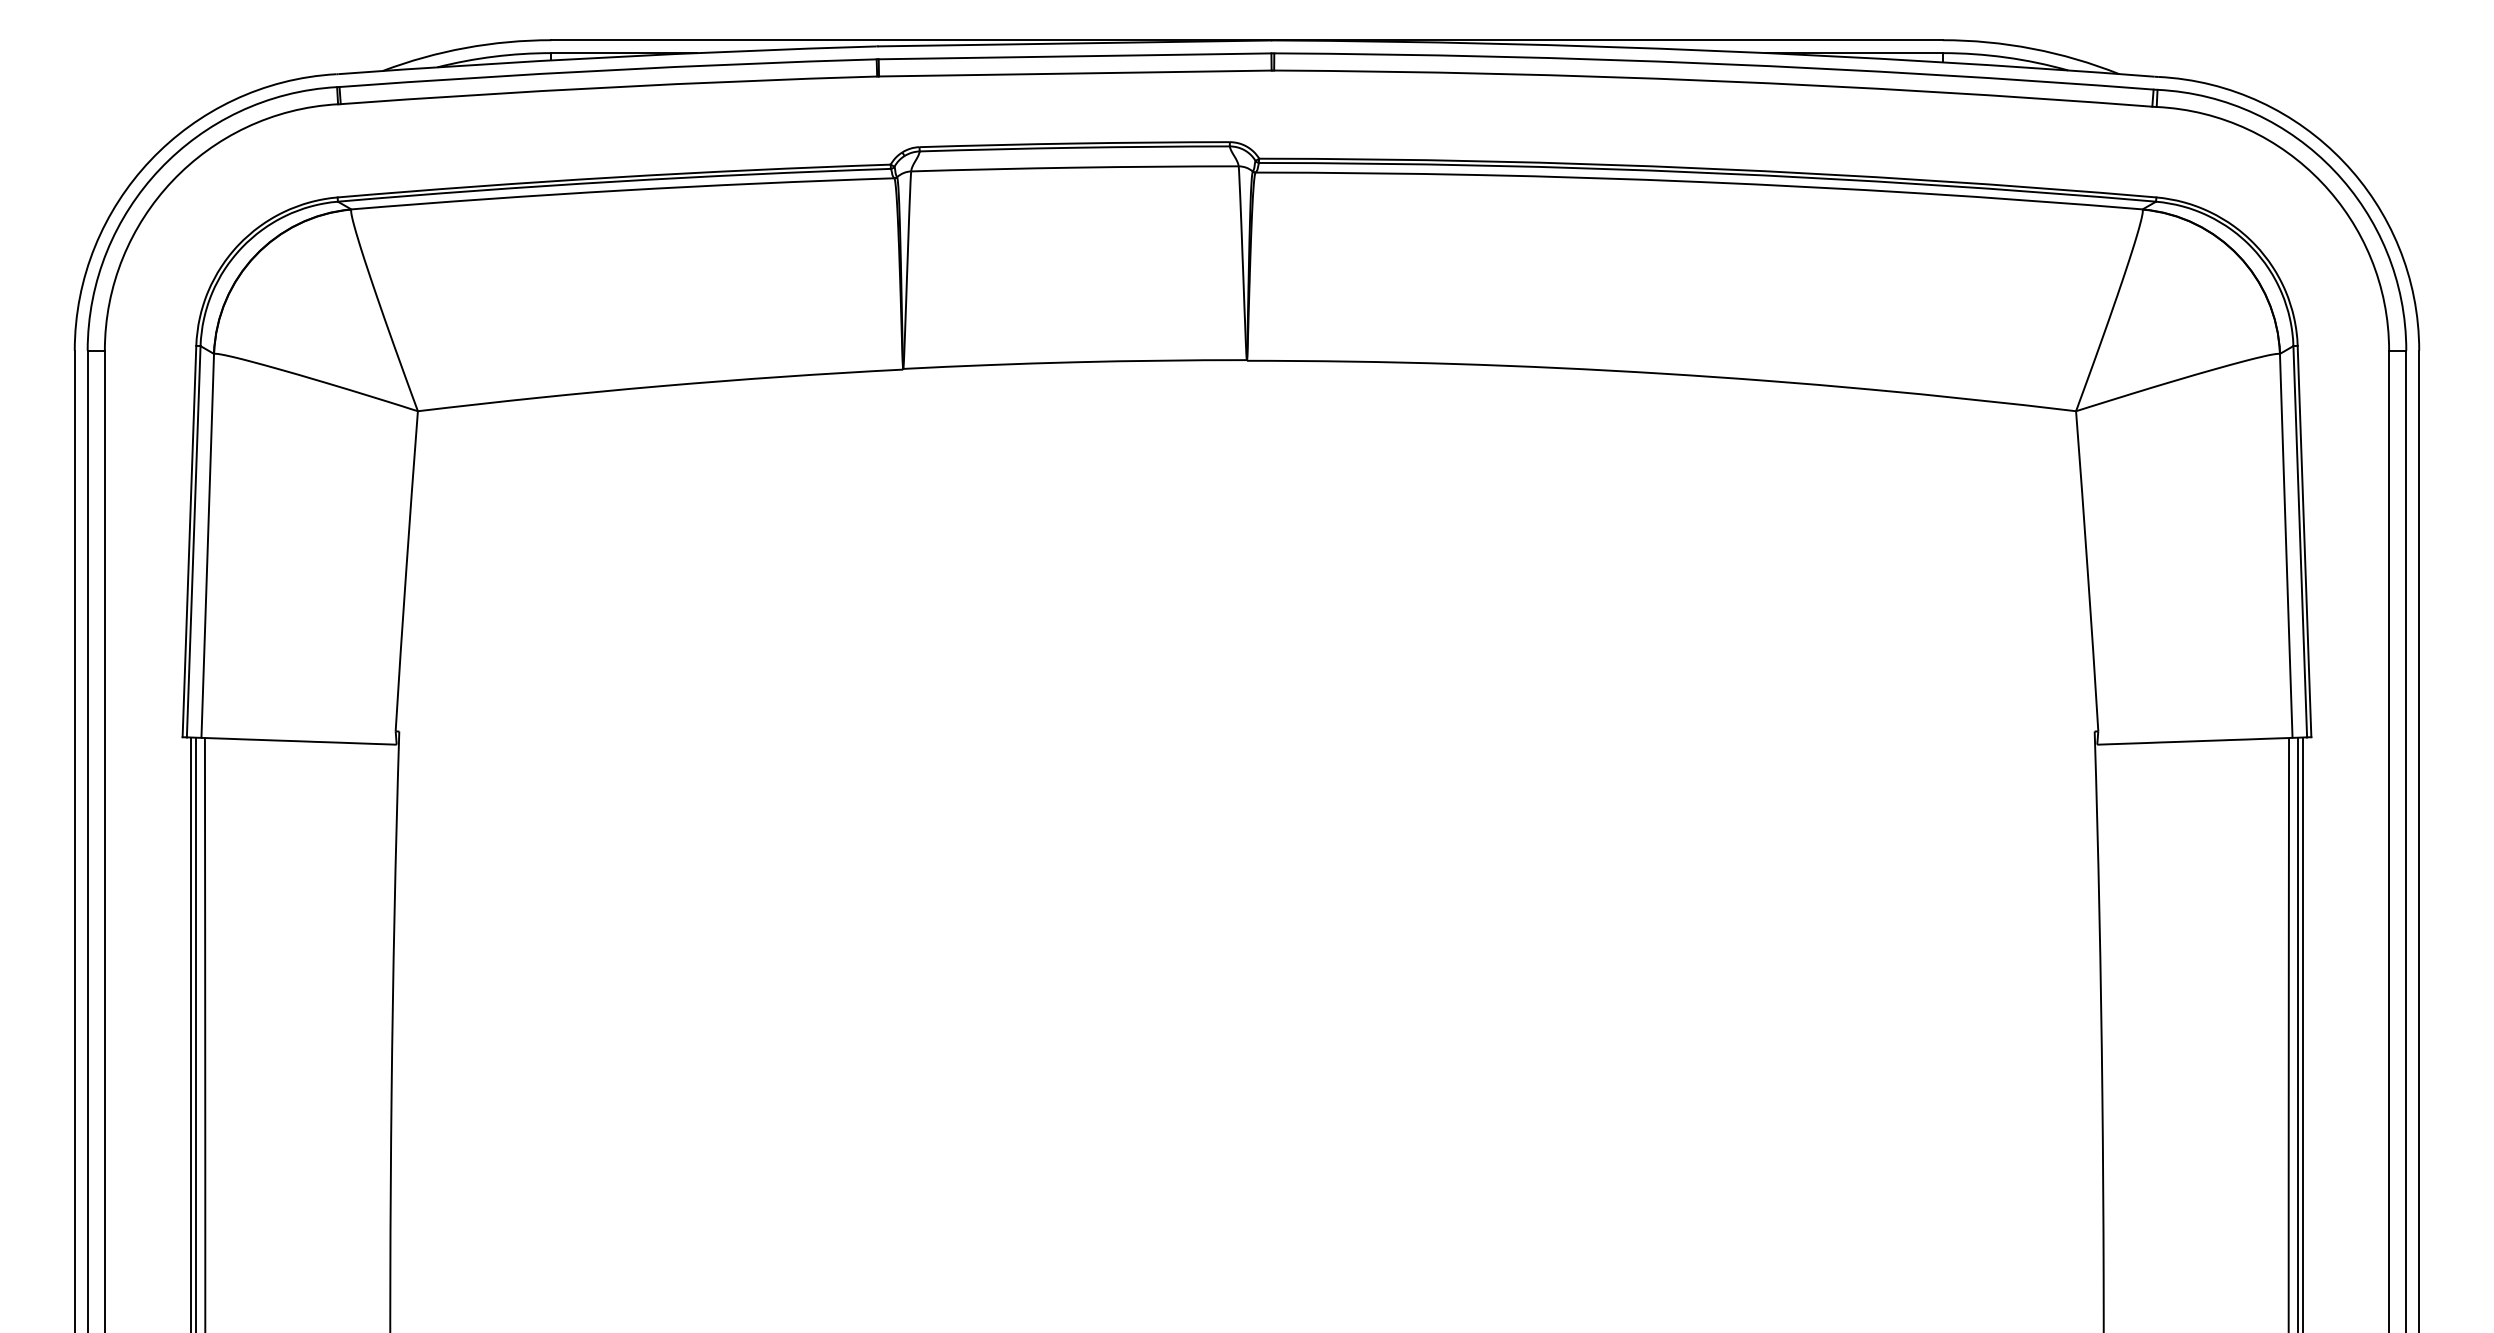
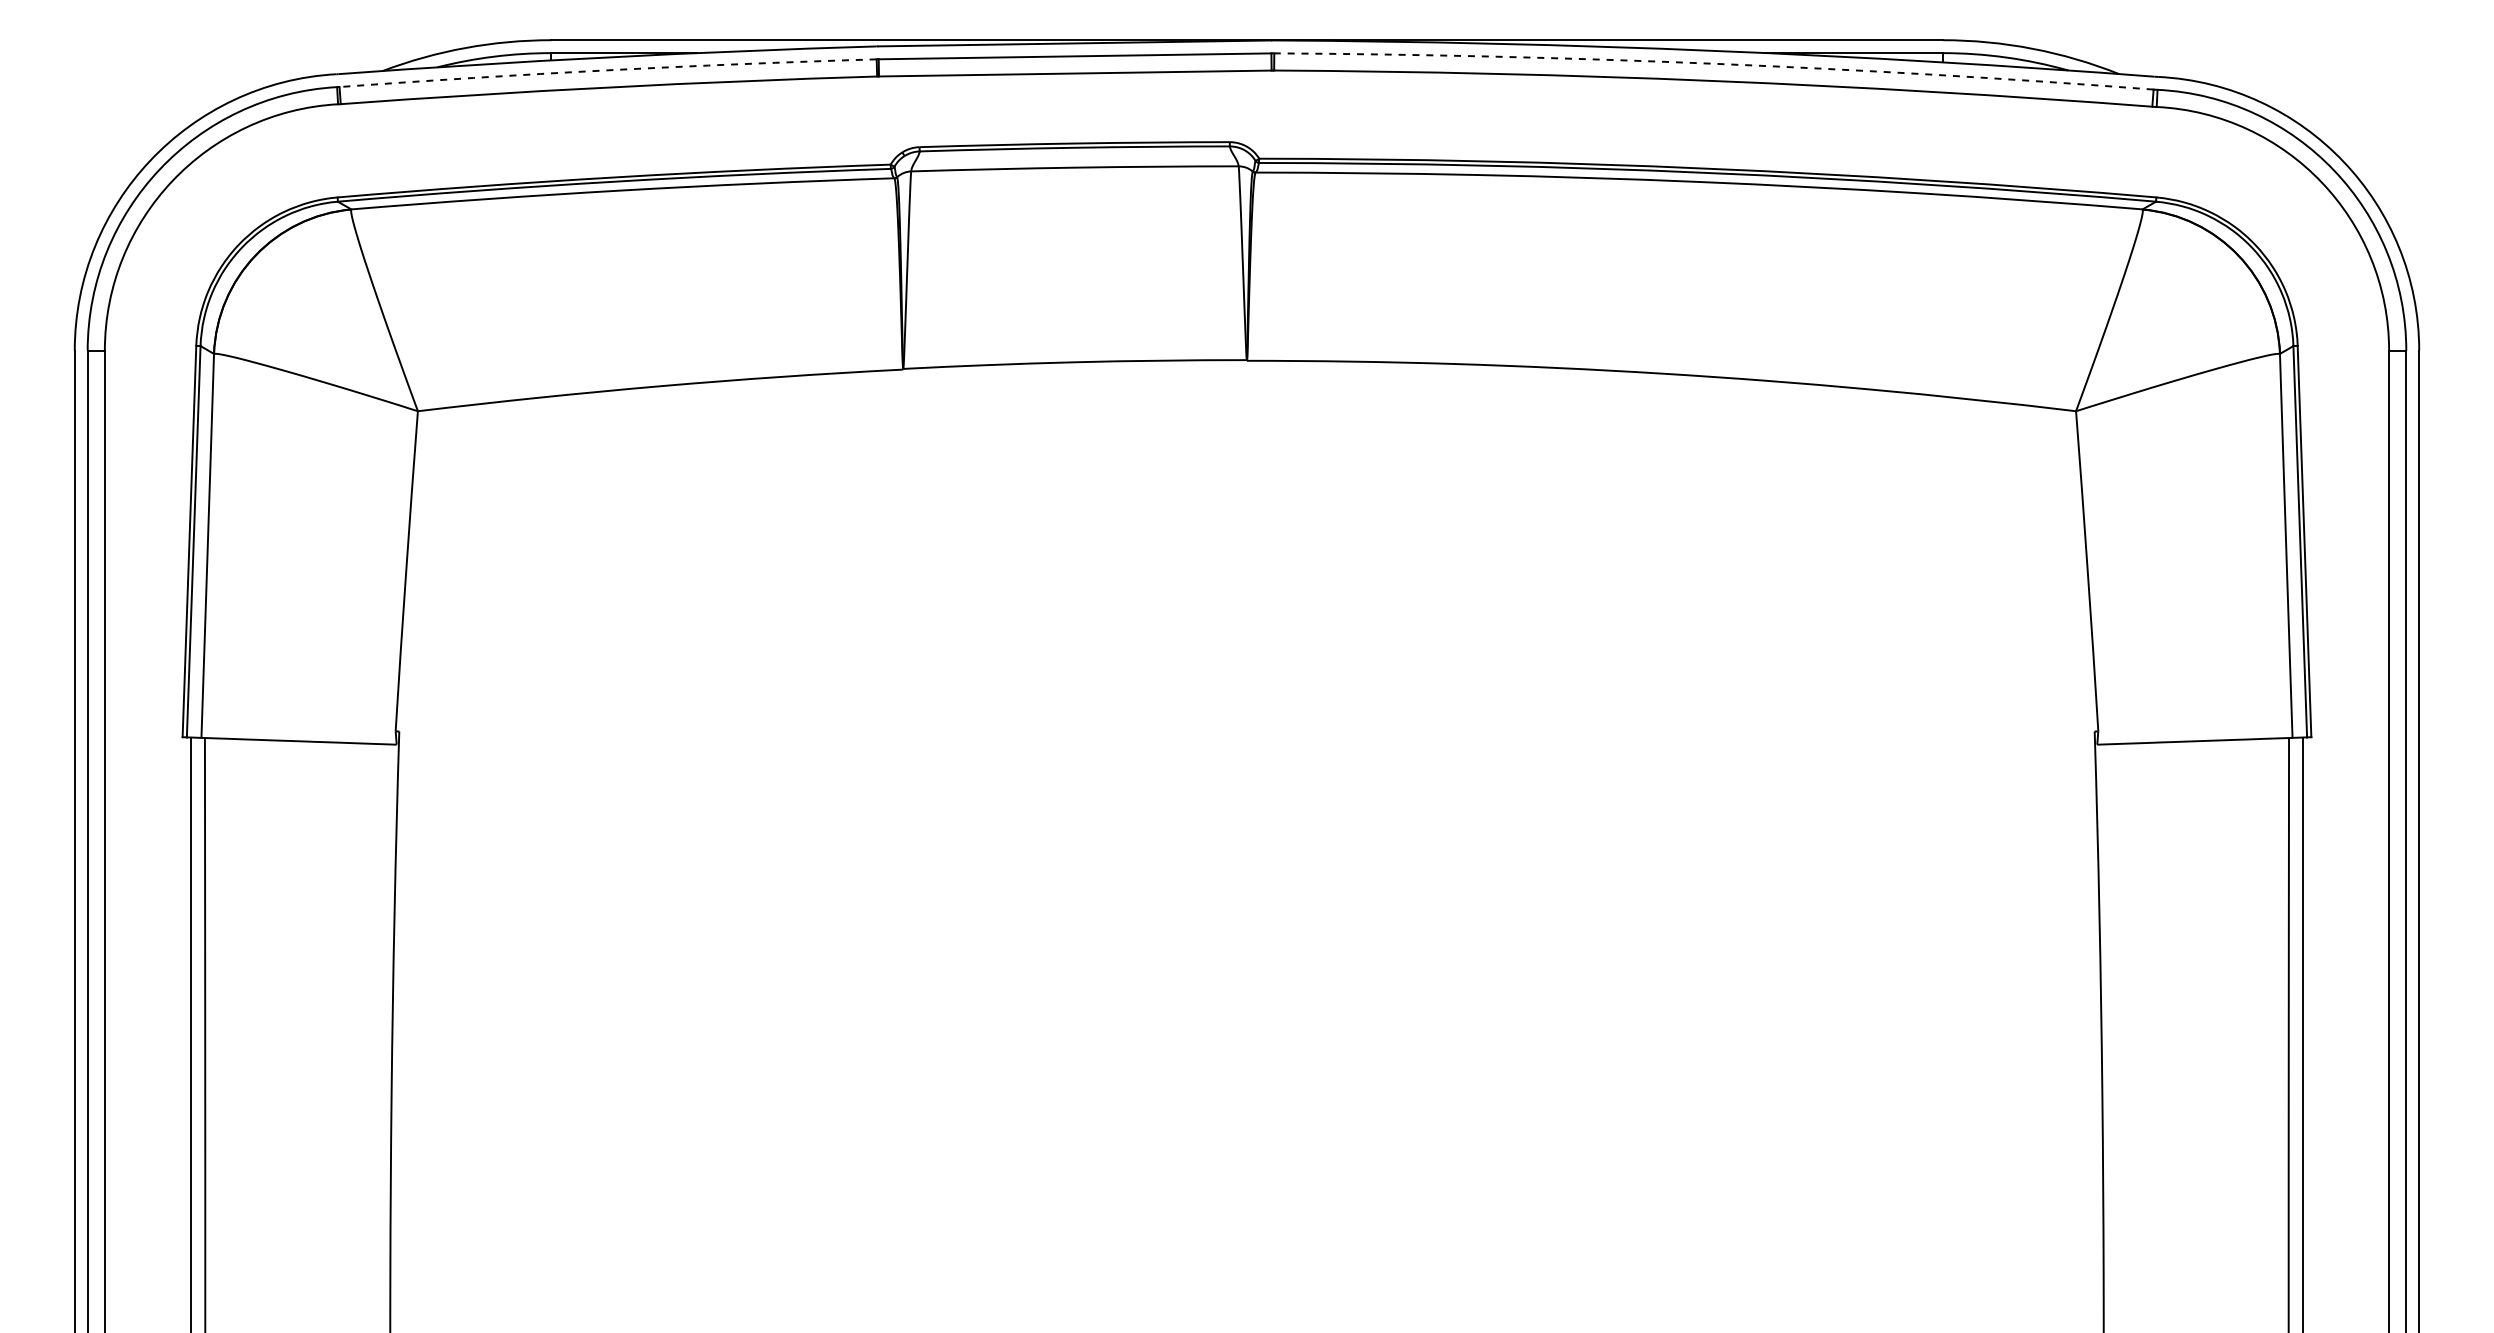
arc at (1714, 63): solid -> dashed
arc at (607, 70): solid -> dashed
line at (195, 1033): present -> none
line at (2298, 1033): present -> none
